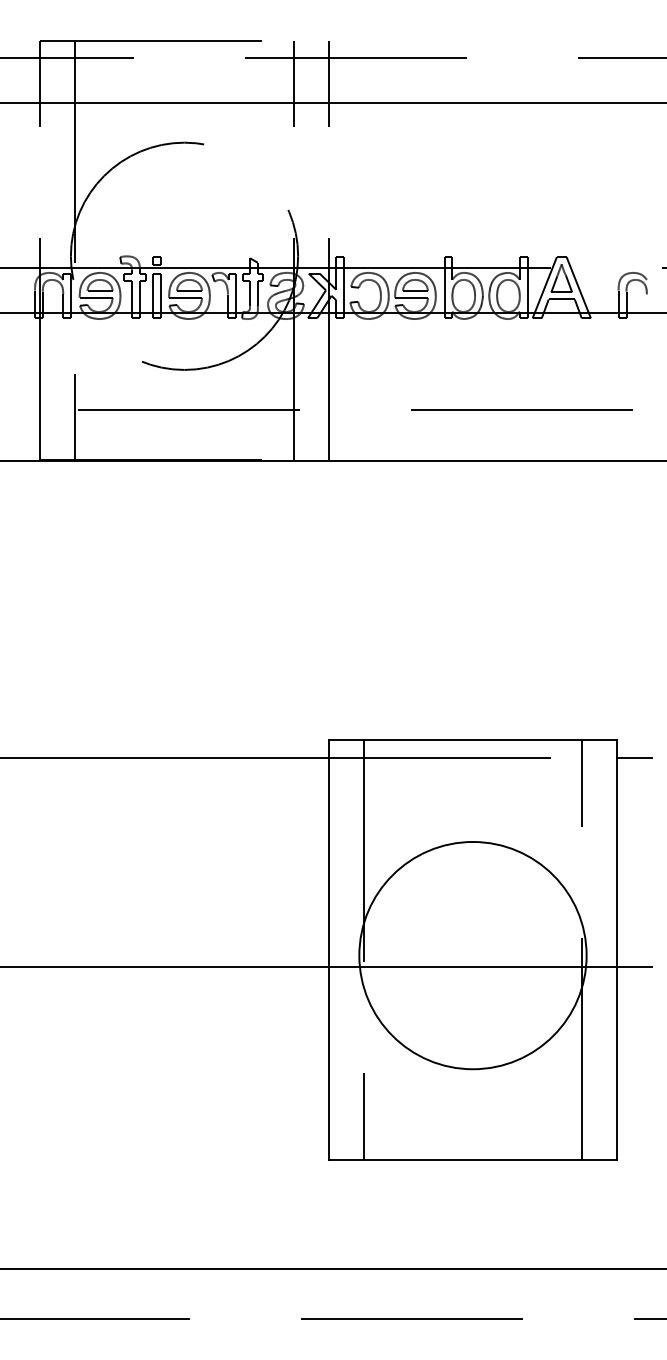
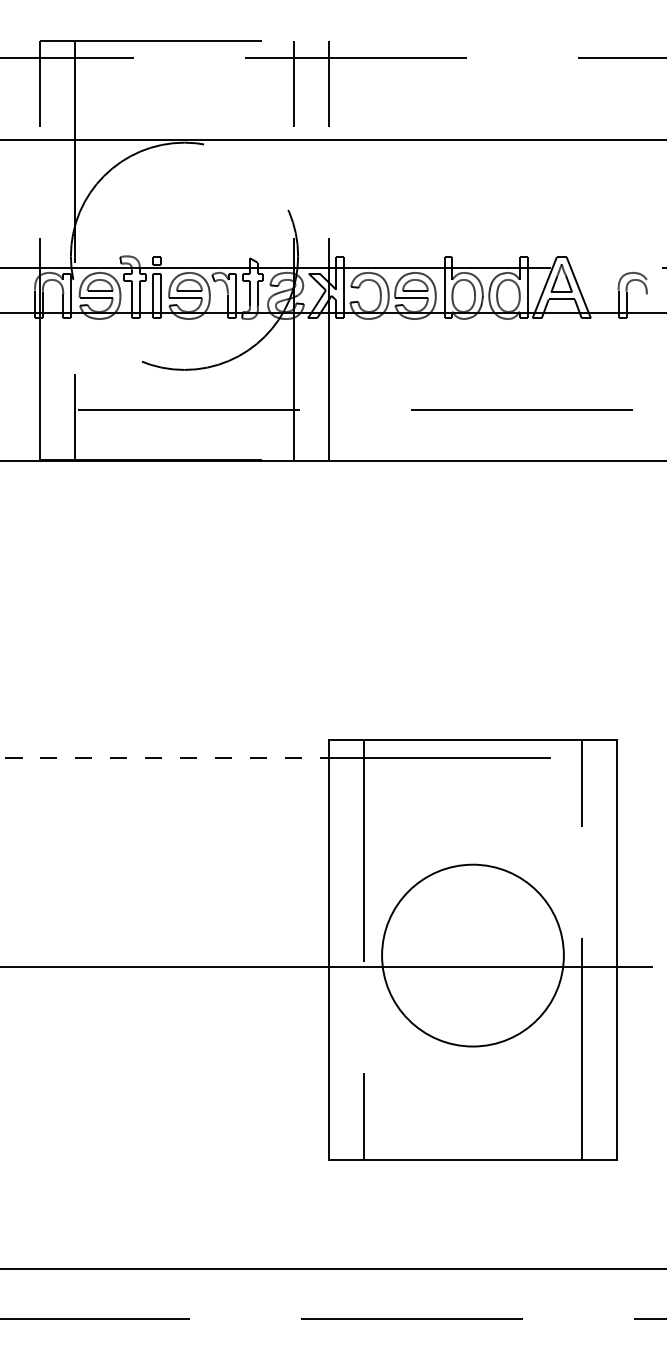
line at (332, 103) position: (332, 103) -> (332, 140)
line at (164, 757): solid -> dashed
line at (634, 757): present -> none
circle at (472, 955) diameter: 227 px -> 182 px
